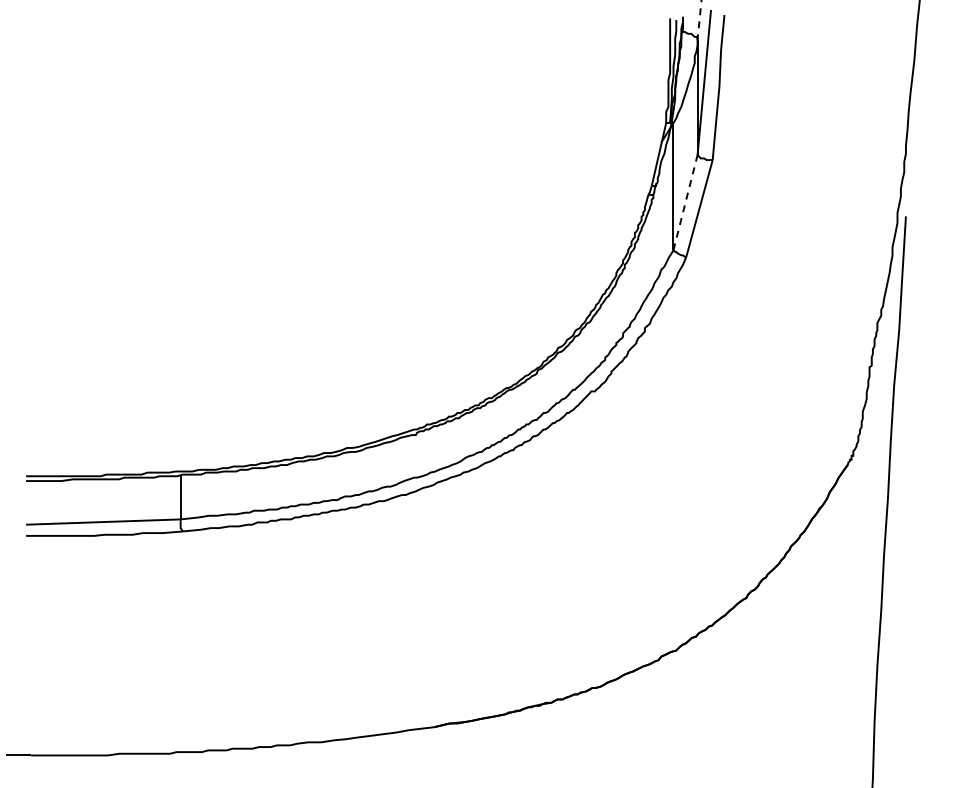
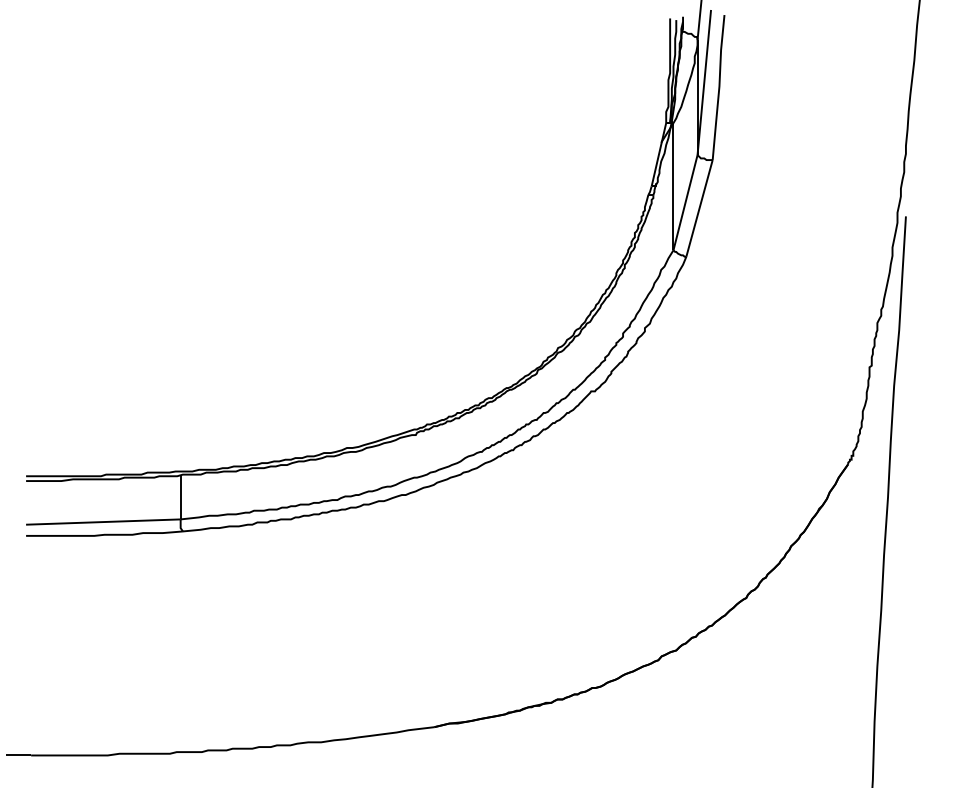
line at (699, 20): dashed -> solid
line at (685, 202): dashed -> solid
